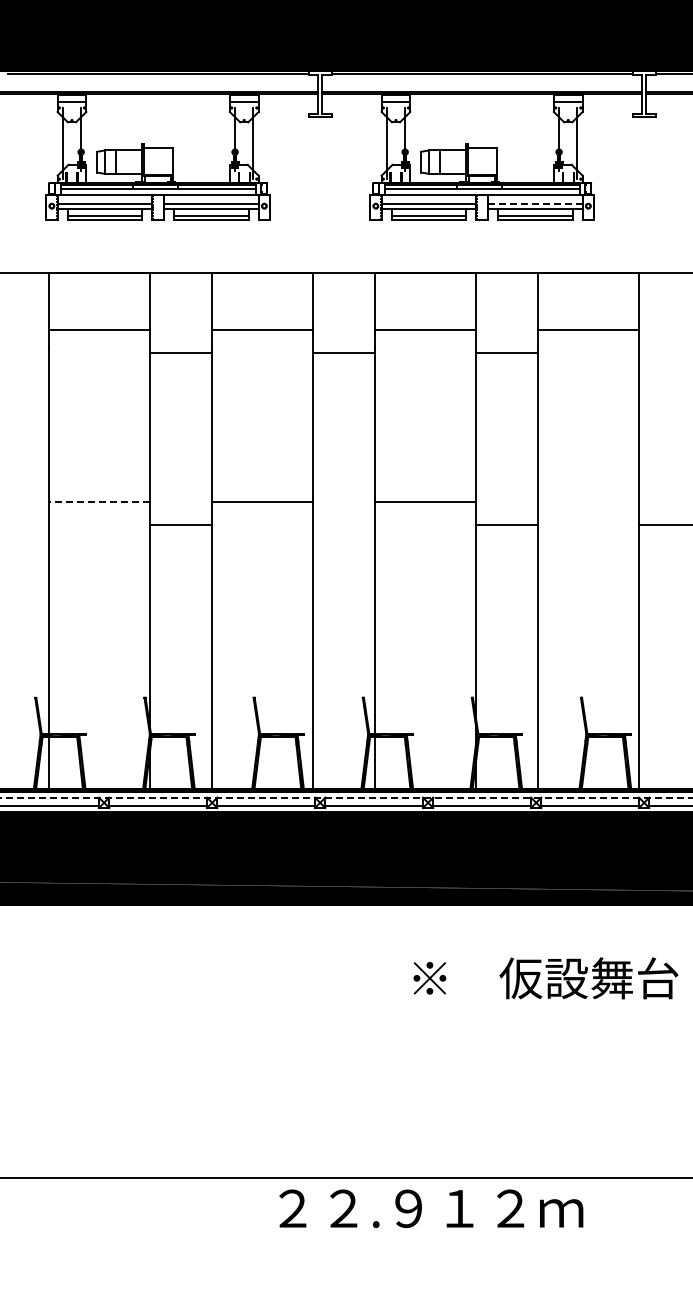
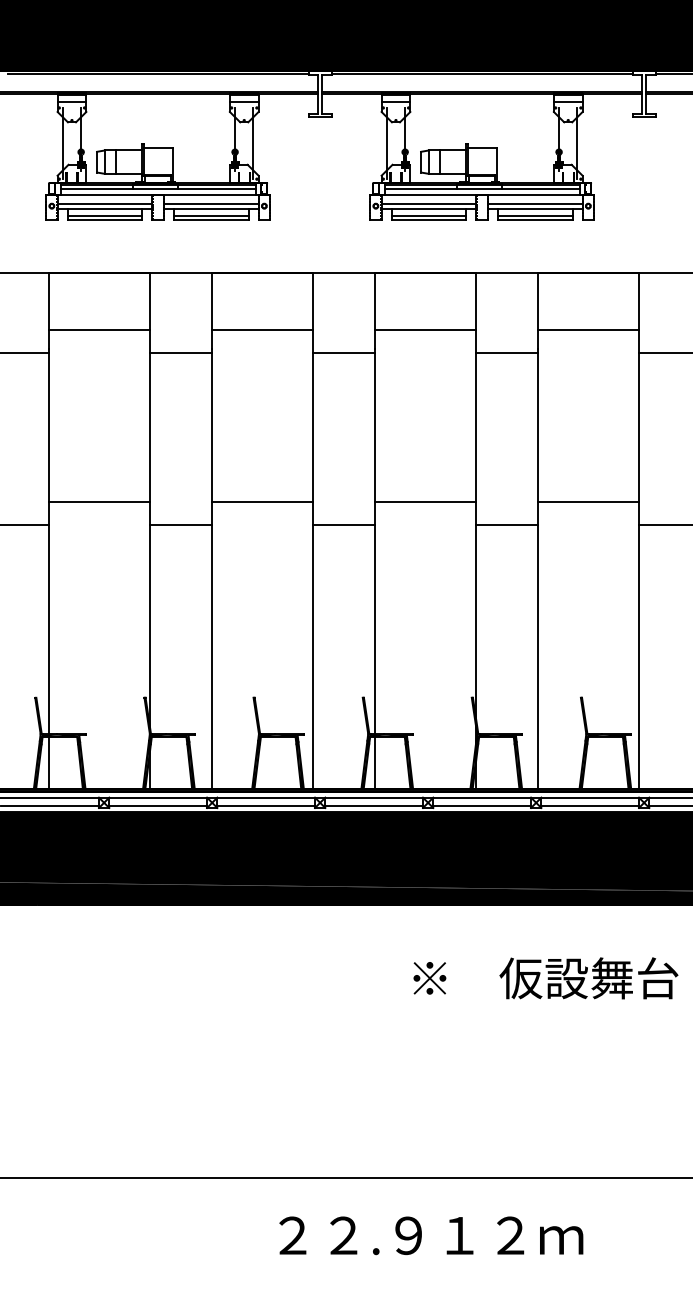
line at (535, 203): dashed -> solid
line at (25, 352): none -> present
line at (664, 352): none -> present
line at (99, 501): dashed -> solid
line at (588, 501): none -> present
line at (25, 524): none -> present
line at (344, 524): none -> present
line at (346, 797): dashed -> solid
text at (431, 1208) position: (431, 1208) -> (431, 1235)
